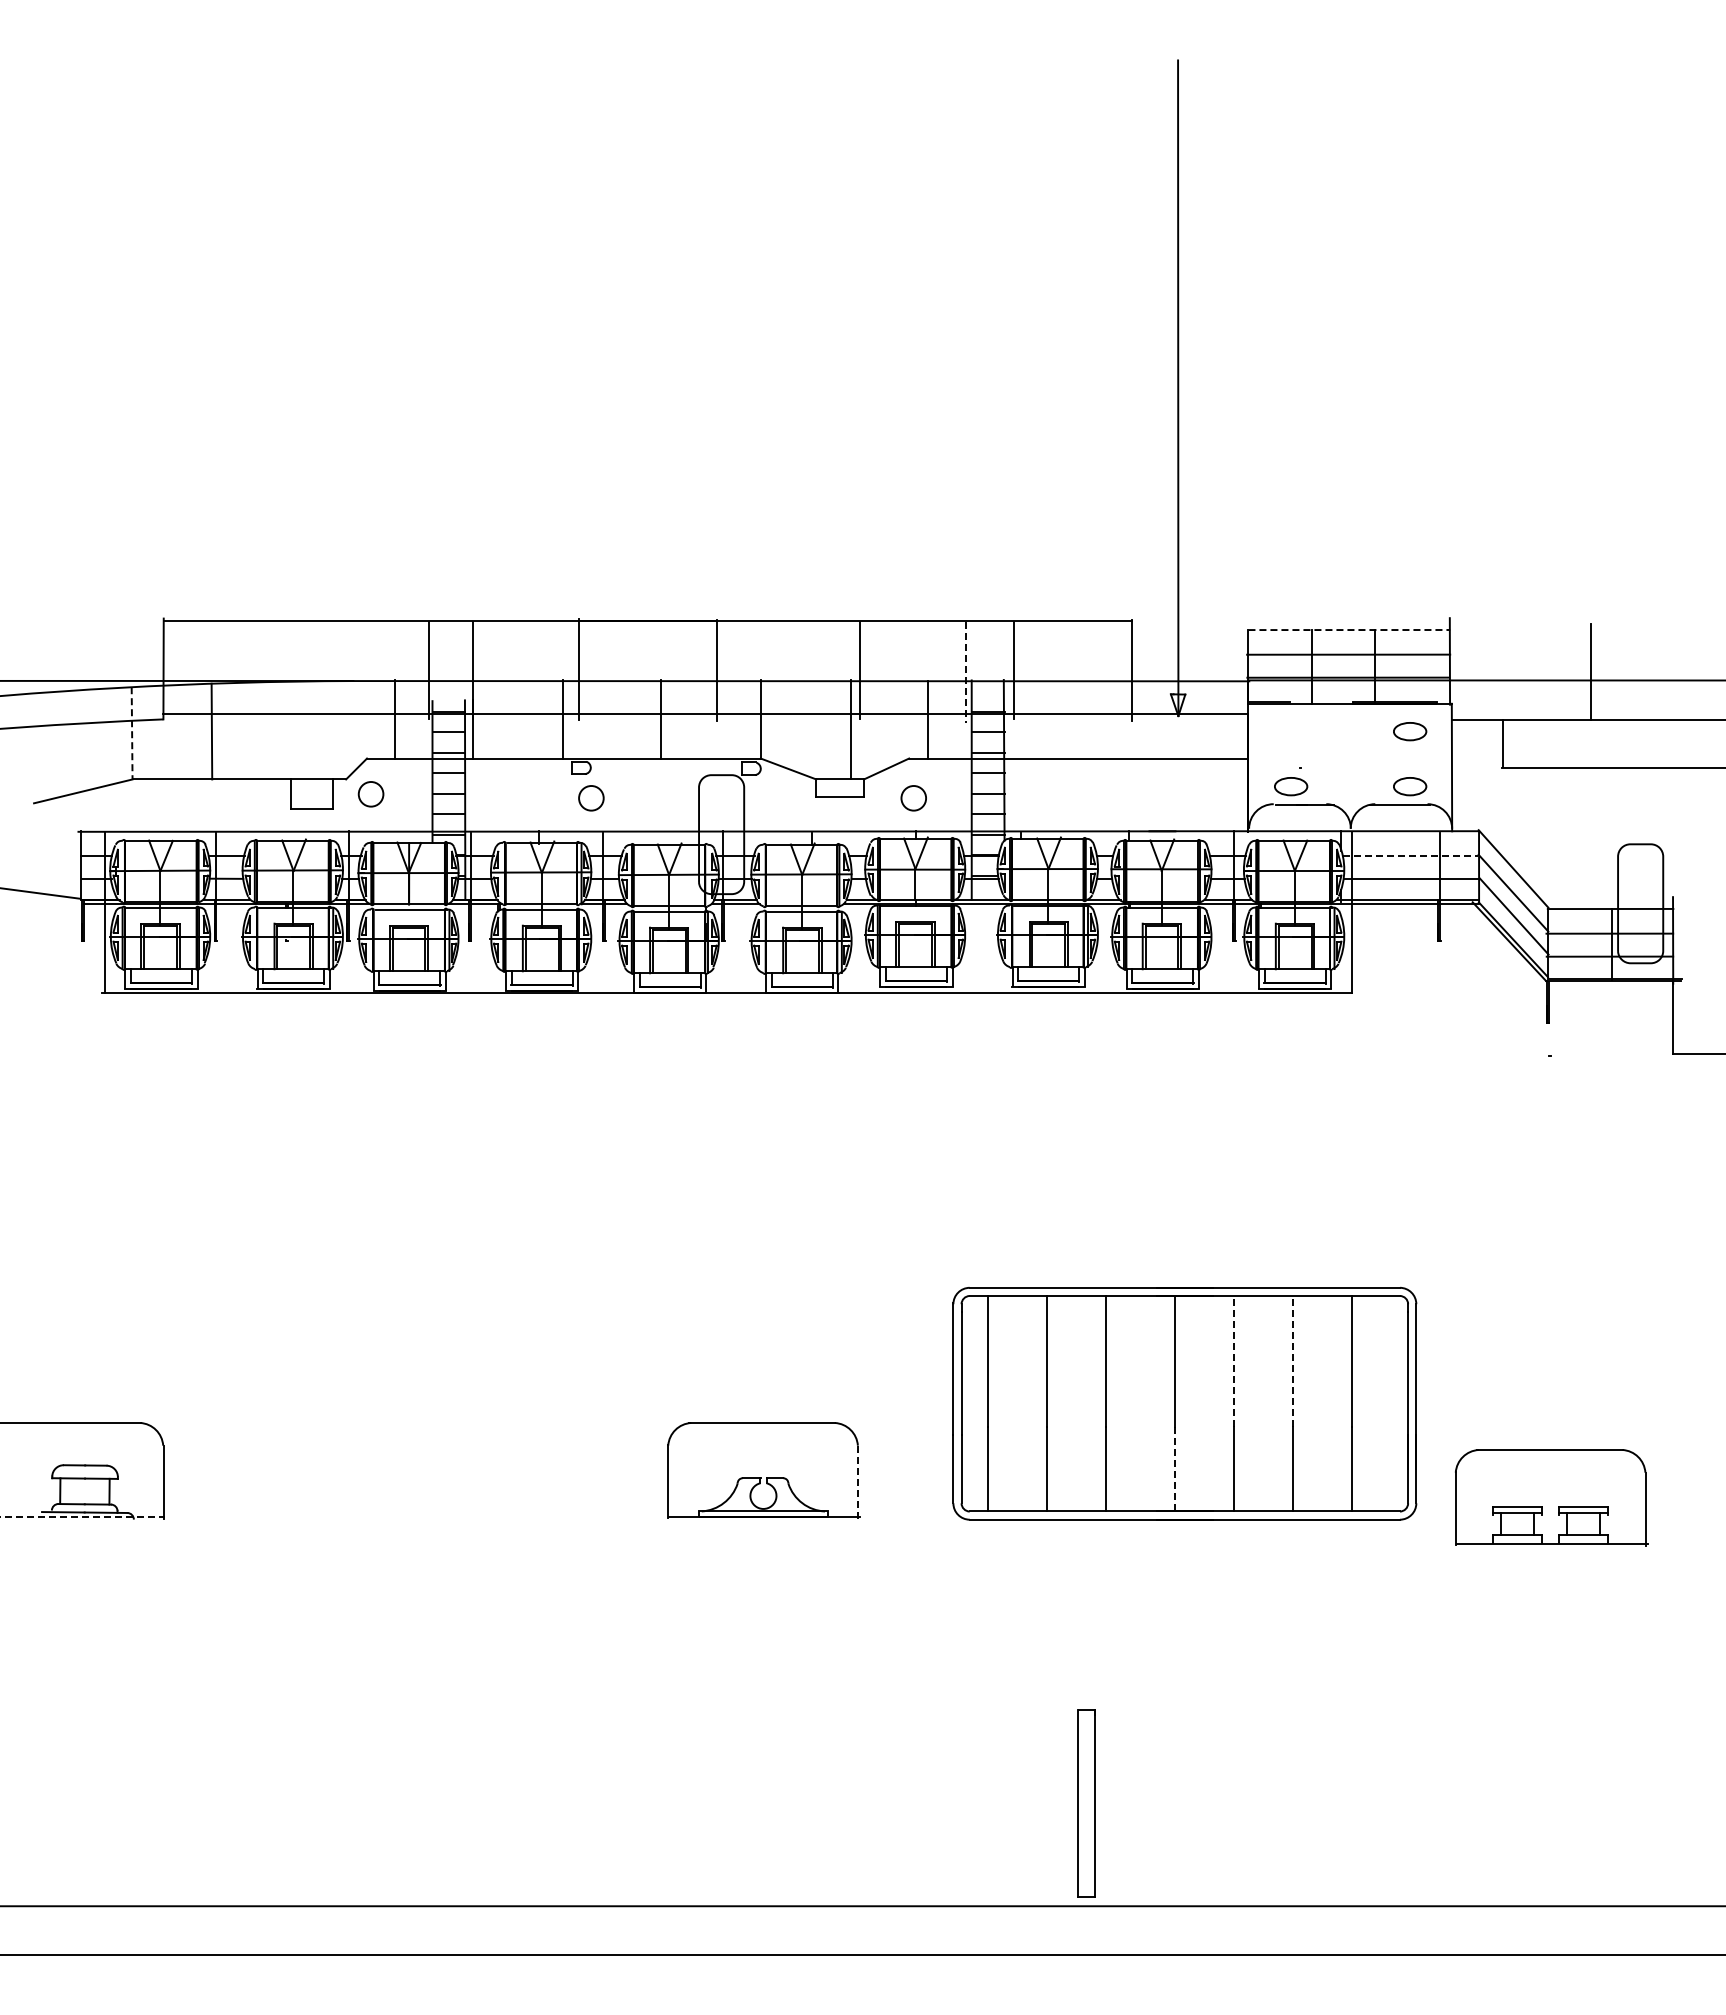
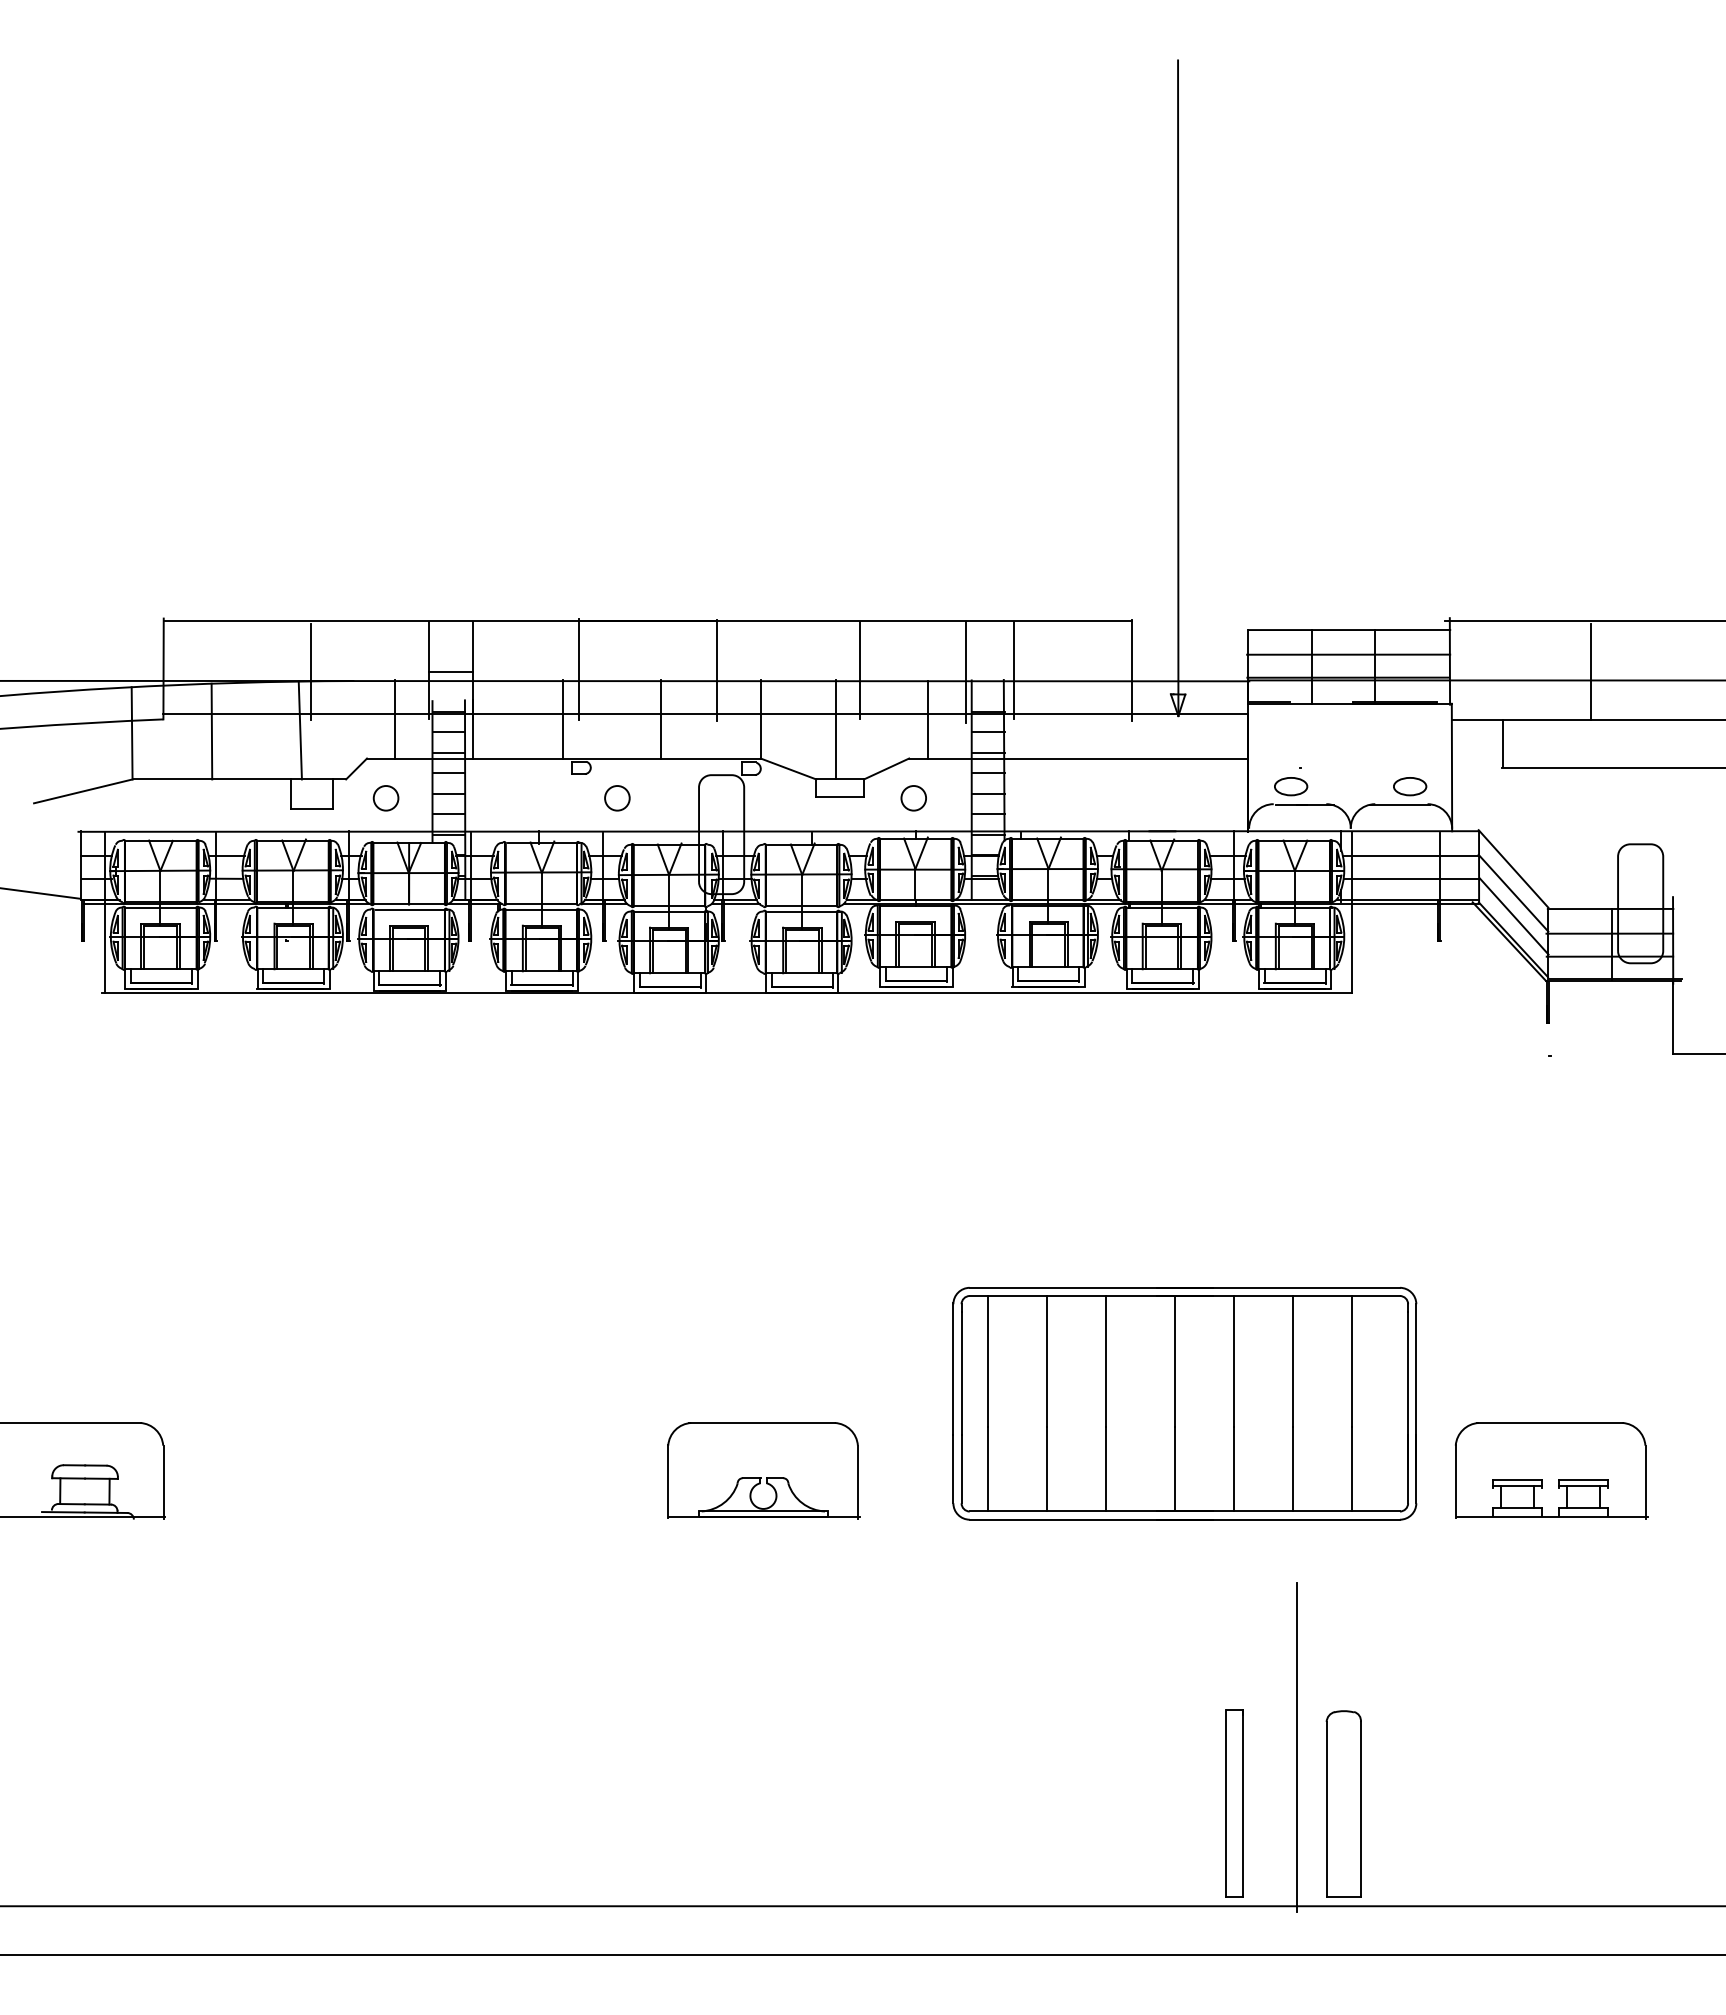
line at (1583, 620): none -> present
line at (1349, 630): dashed -> solid
line at (450, 671): none -> present
line at (310, 672): none -> present
line at (965, 672): dashed -> solid
line at (850, 729) position: (850, 729) -> (835, 729)
line at (299, 730): none -> present
part at (1410, 731): present -> none
line at (132, 733): dashed -> solid
circle at (370, 794) position: (370, 794) -> (385, 798)
circle at (591, 798) position: (591, 798) -> (617, 798)
line at (1410, 855): dashed -> solid
line at (1234, 1361): dashed -> solid
line at (1293, 1361): dashed -> solid
line at (1175, 1469): dashed -> solid
line at (858, 1482): dashed -> solid
part at (1551, 1497) position: (1551, 1497) -> (1551, 1470)
line at (82, 1517): dashed -> solid
line at (1296, 1747): none -> present
part at (1086, 1803) position: (1086, 1803) -> (1234, 1803)
part at (1343, 1803): none -> present
